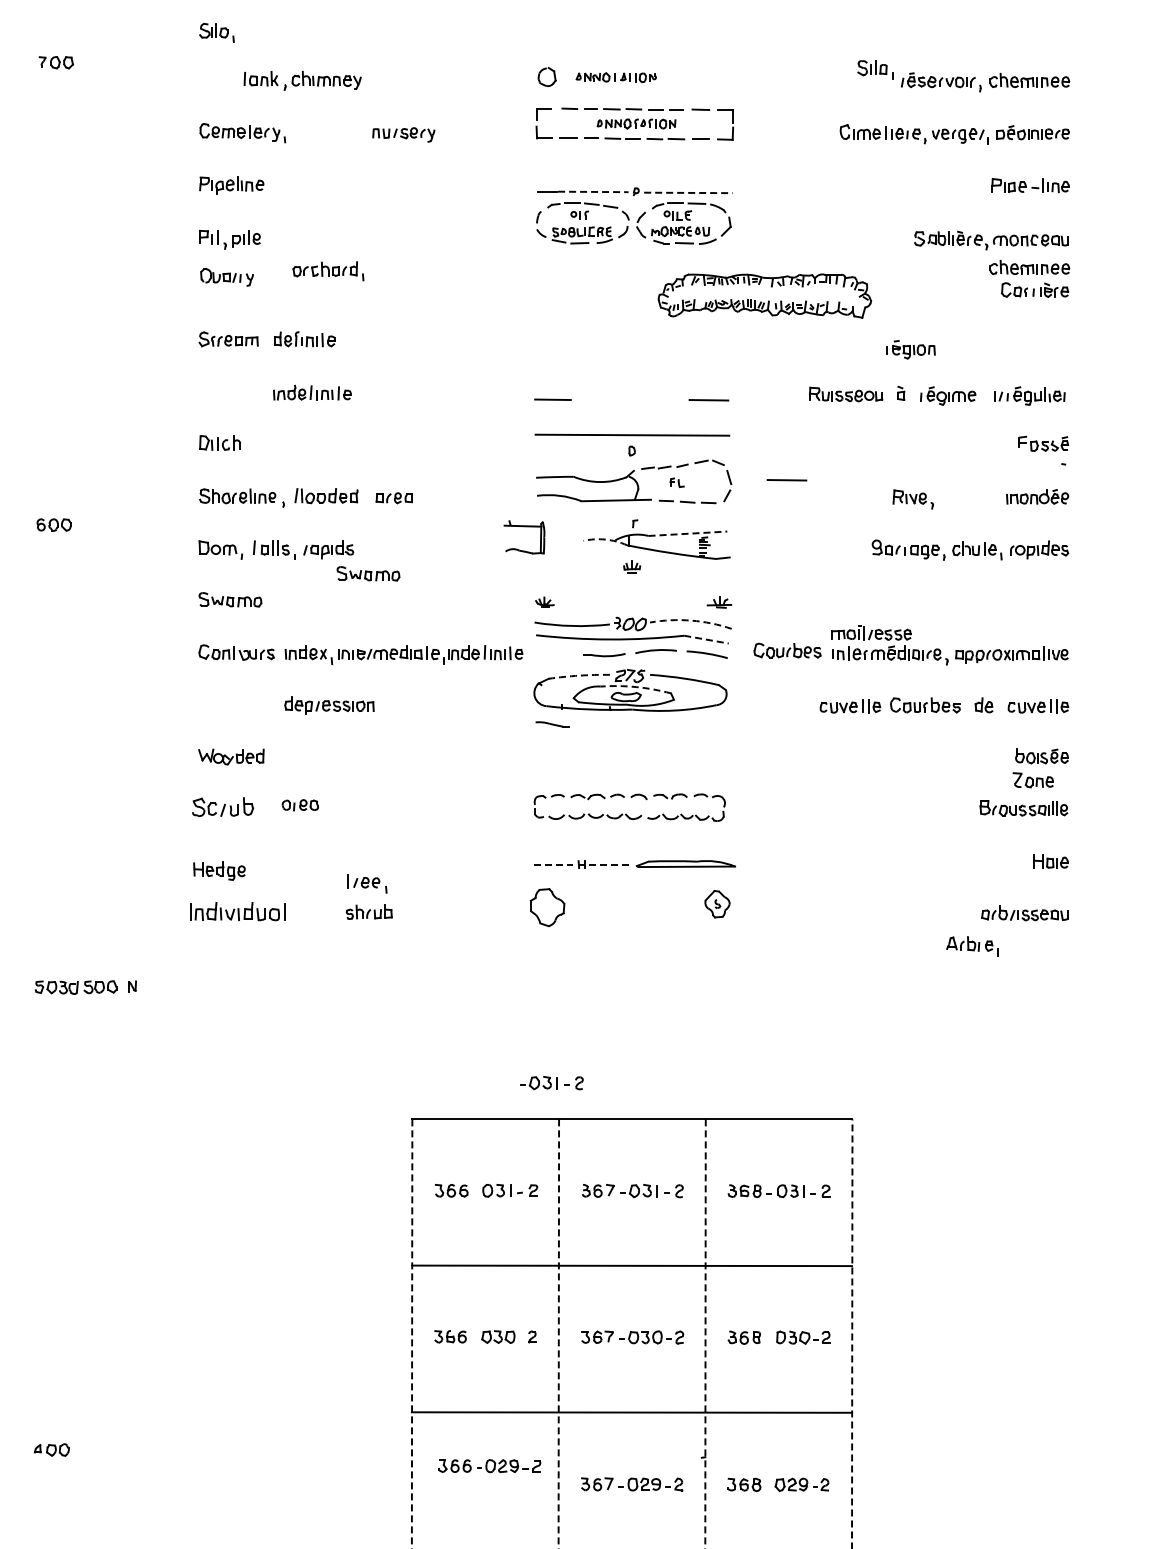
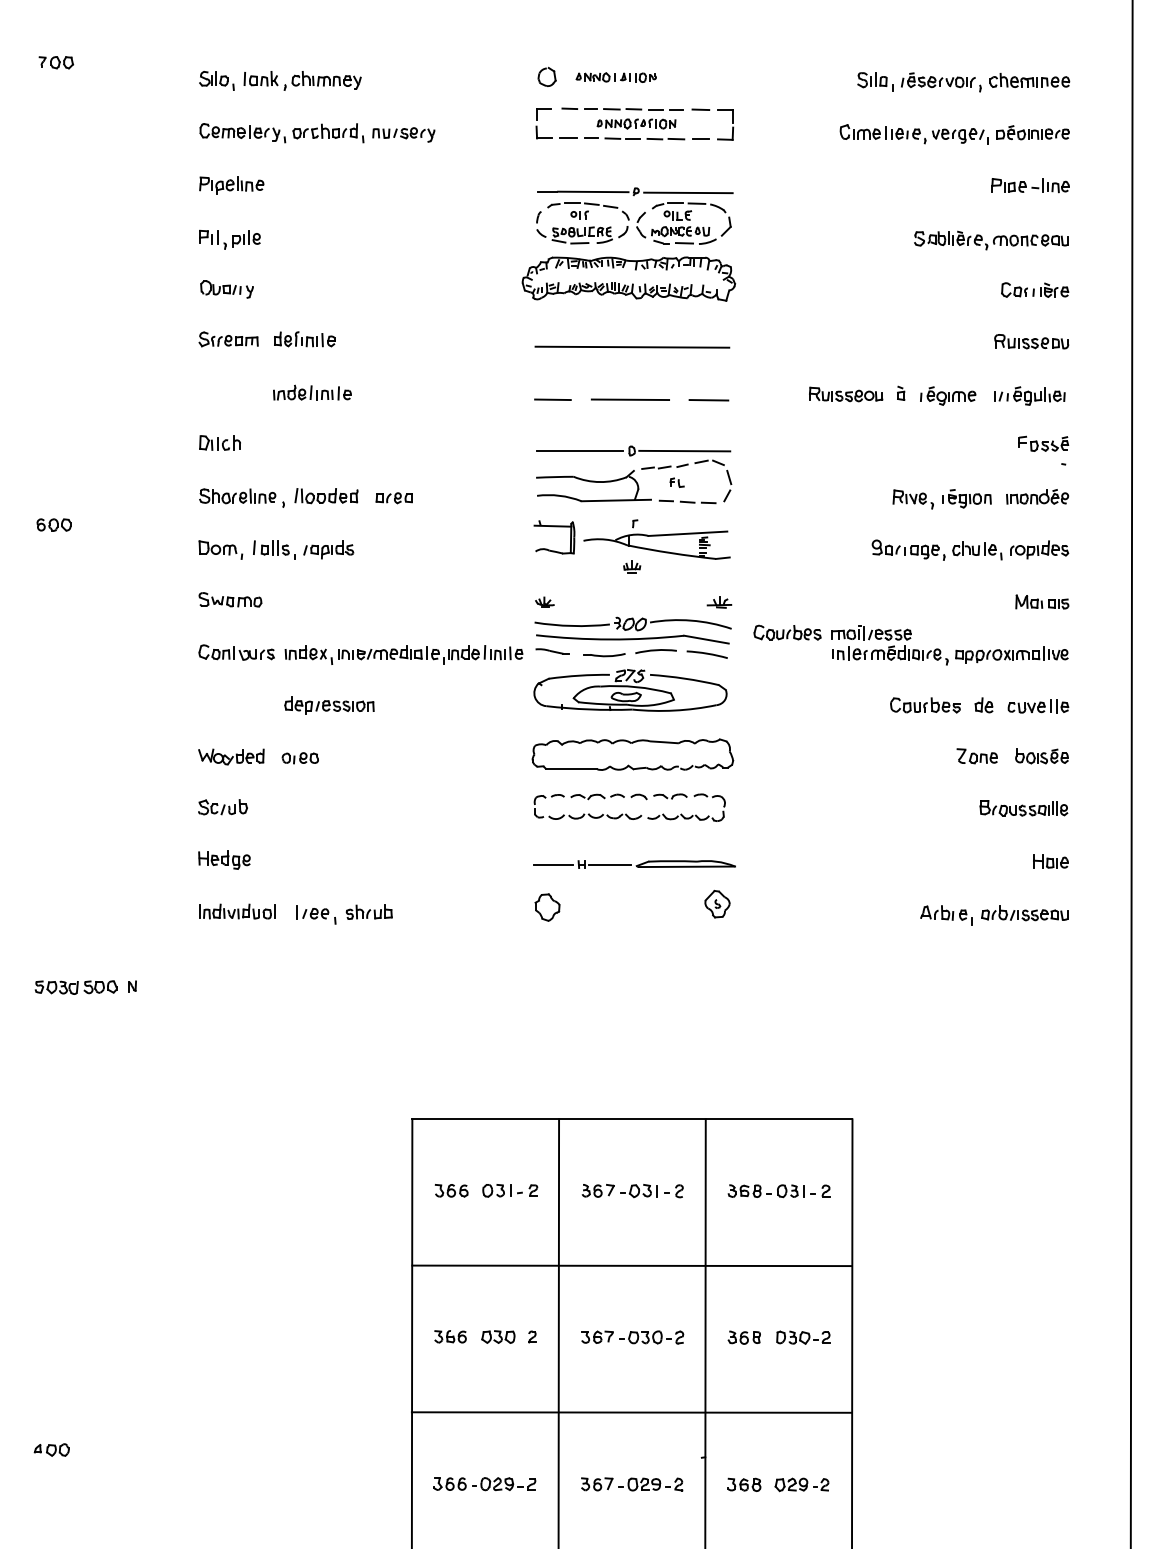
part at (216, 32) position: (216, 32) -> (216, 80)
part at (875, 69) position: (875, 69) -> (875, 81)
line at (593, 191): dashed -> solid
line at (688, 192): dashed -> solid
part at (1029, 267): present -> none
part at (328, 271) position: (328, 271) -> (328, 133)
part at (226, 277) position: (226, 277) -> (226, 289)
part at (764, 295) position: (764, 295) -> (628, 278)
part at (1031, 341): none -> present
part at (910, 349) position: (910, 349) -> (966, 498)
line at (630, 399): none -> present
line at (632, 434) position: (632, 434) -> (632, 346)
line at (580, 450): none -> present
line at (684, 450): none -> present
line at (786, 480): present -> none
part at (524, 527) position: (524, 527) -> (554, 527)
line at (688, 533): dashed -> solid
arc at (605, 539): dashed -> solid
part at (368, 573): present -> none
part at (1042, 601): none -> present
arc at (691, 620): dashed -> solid
line at (706, 639): dashed -> solid
part at (787, 650) position: (787, 650) -> (787, 632)
arc at (579, 675): dashed -> solid
arc at (636, 687): dashed -> solid
part at (850, 706): present -> none
part at (552, 724) position: (552, 724) -> (552, 651)
part at (628, 764): none -> present
line at (1131, 773): none -> present
part at (1032, 780) position: (1032, 780) -> (976, 756)
part at (299, 805) position: (299, 805) -> (299, 758)
part at (223, 807) size: 63x21 px -> 50x17 px
line at (553, 864): dashed -> solid
line at (610, 864): dashed -> solid
part at (219, 870) position: (219, 870) -> (224, 859)
part at (367, 883) position: (367, 883) -> (316, 914)
part at (547, 907) size: 37x40 px -> 27x29 px
part at (237, 911) size: 96x20 px -> 77x17 px
part at (972, 946) position: (972, 946) -> (946, 915)
part at (551, 1083): present -> none
line at (412, 1333): dashed -> solid
line at (852, 1333): dashed -> solid
line at (558, 1334): dashed -> solid
line at (705, 1334): dashed -> solid
part at (489, 1466) position: (489, 1466) -> (484, 1484)
